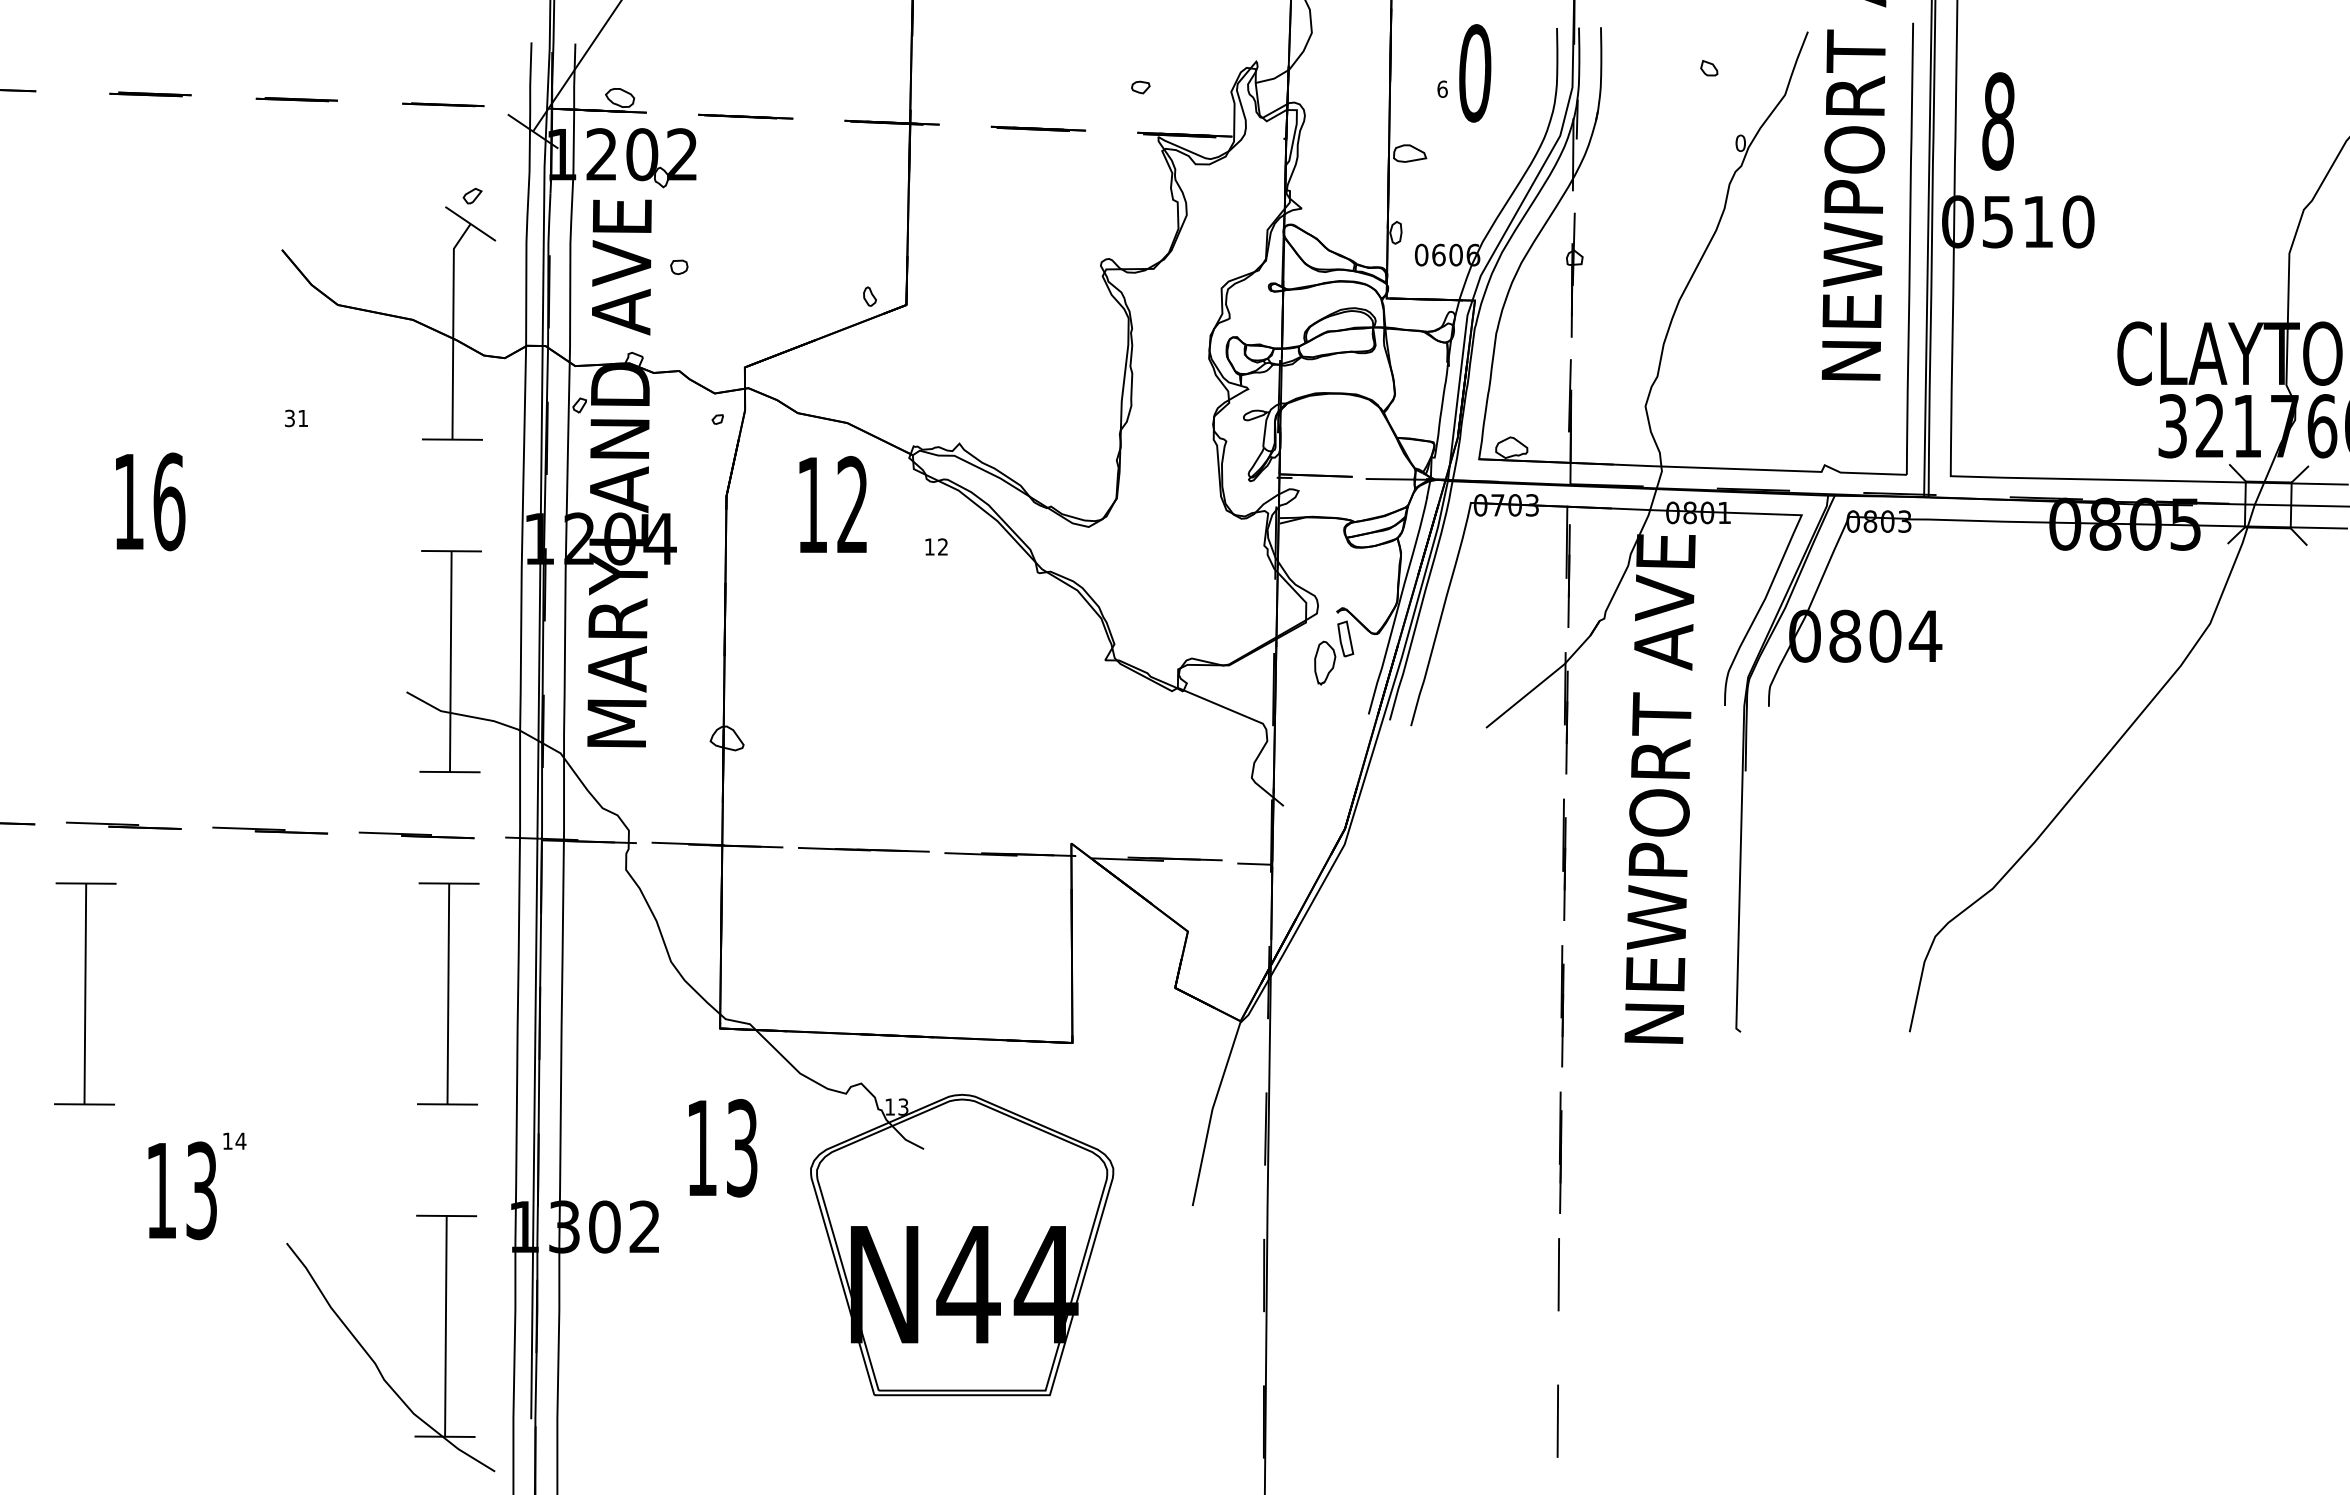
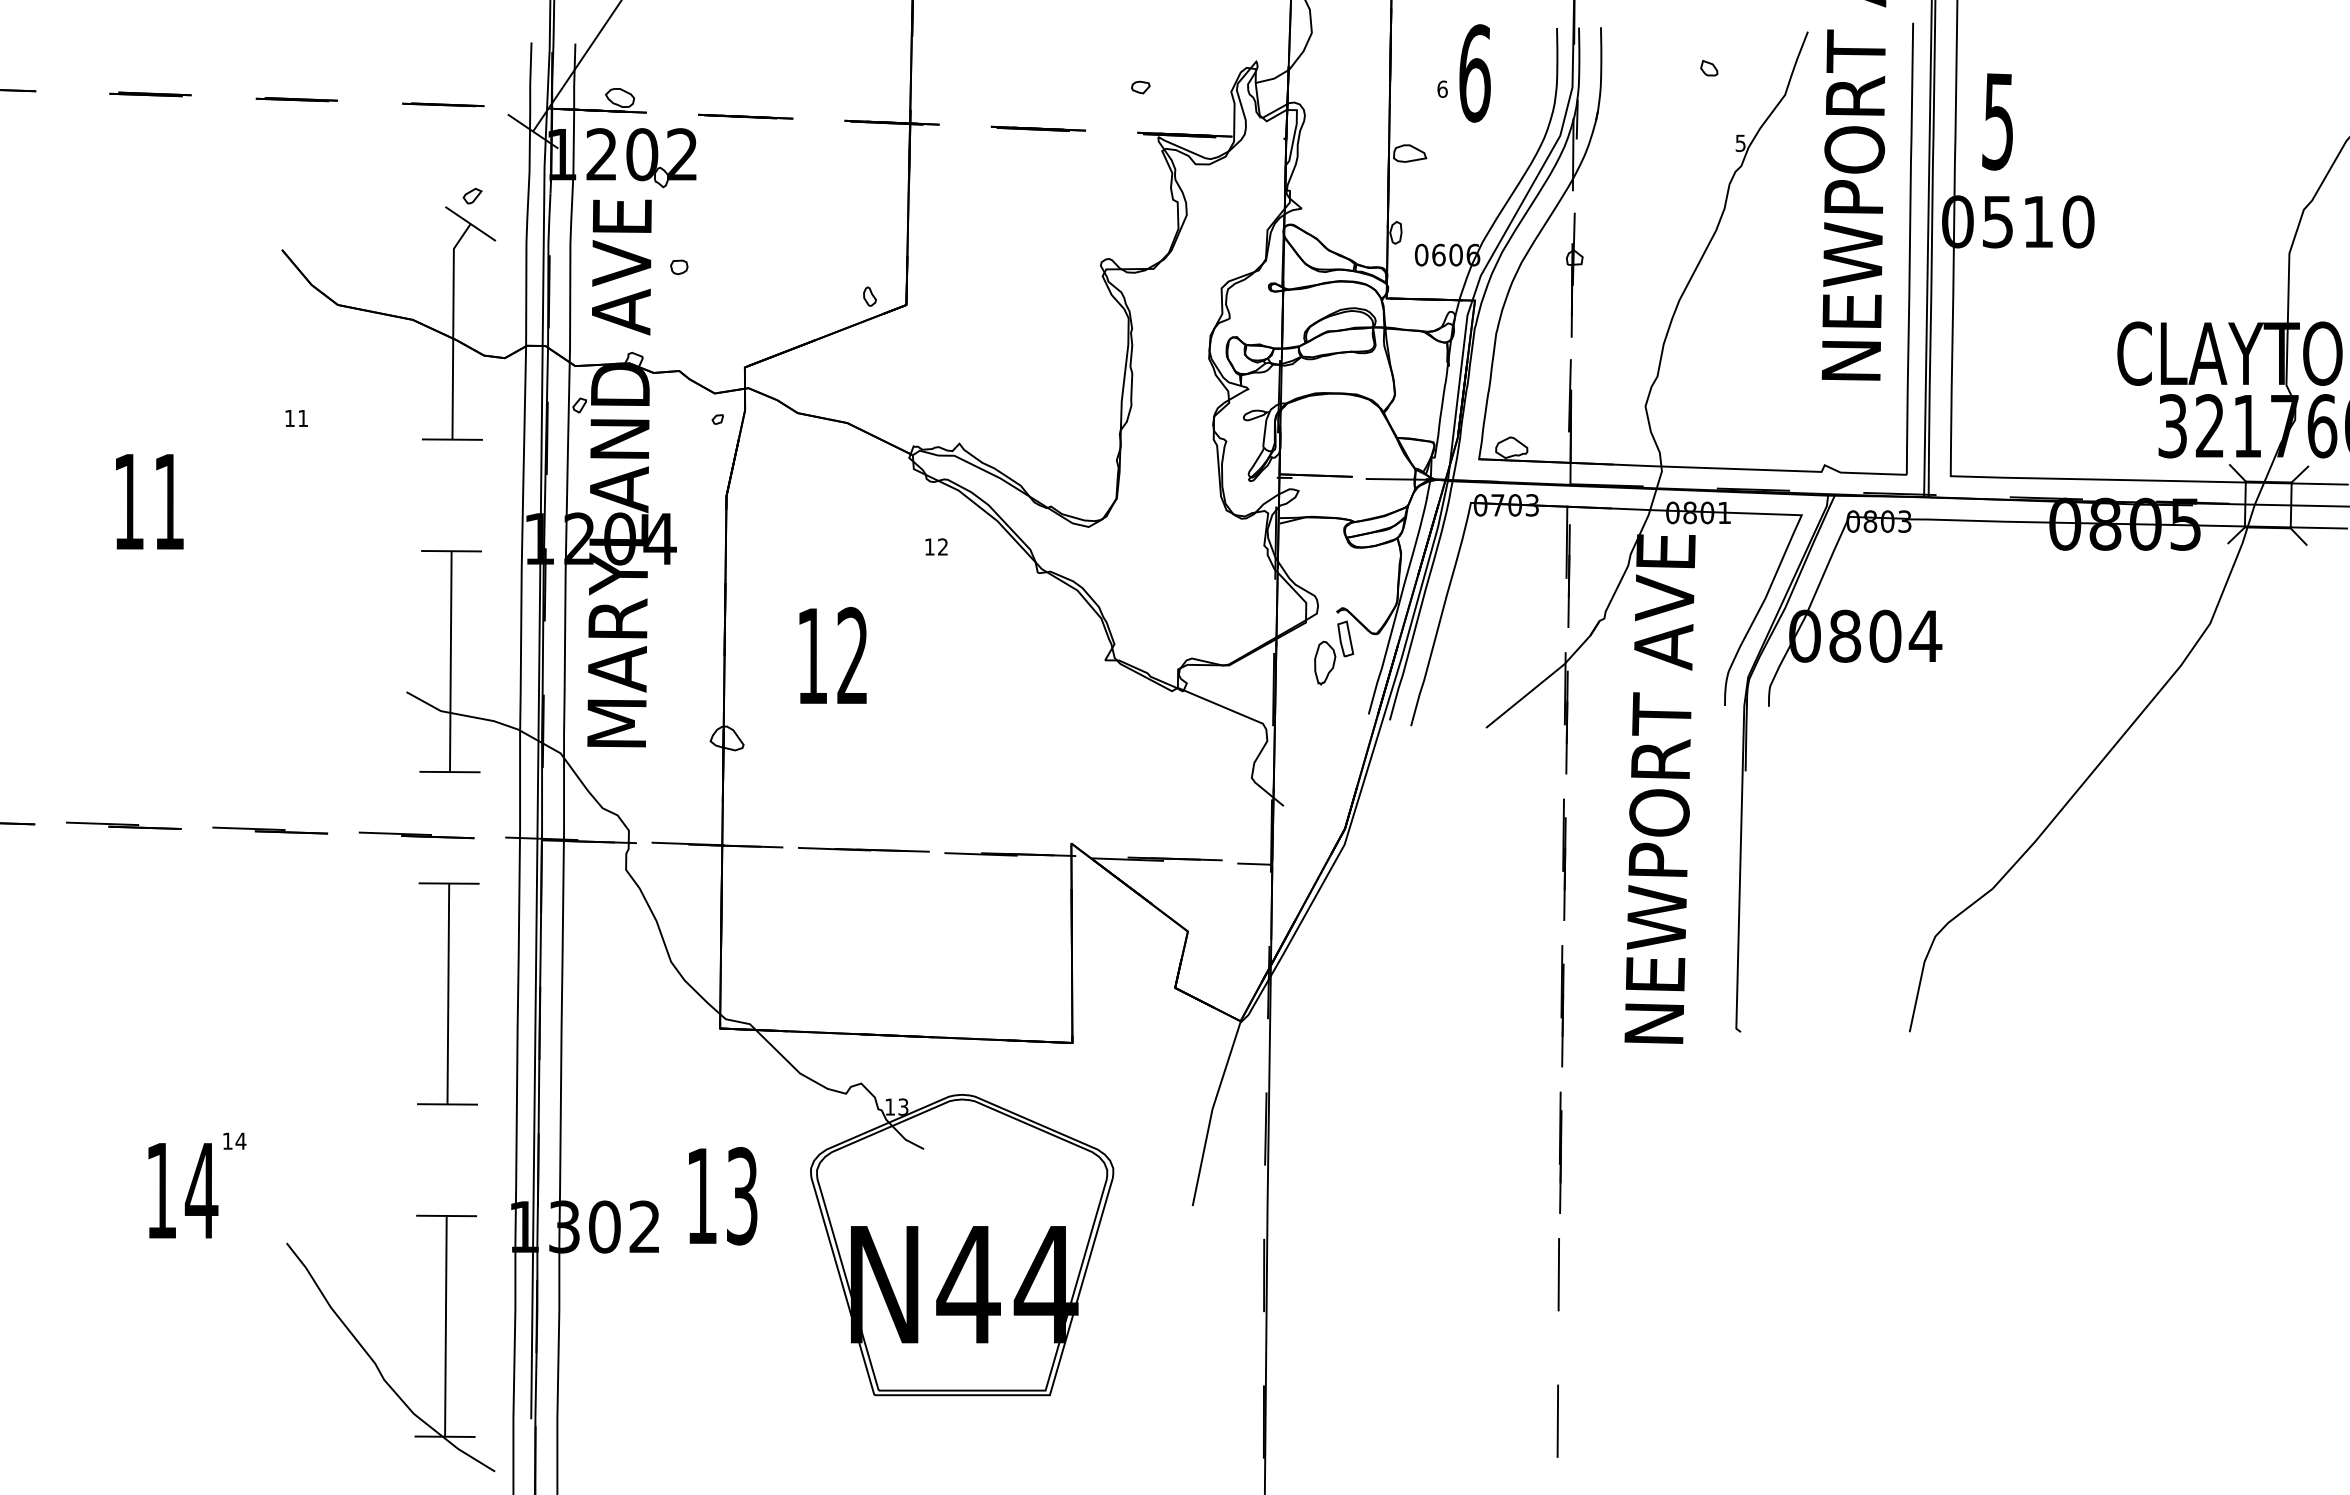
text at (1475, 73): 0 -> 6
text at (1998, 121): 8 -> 5
text at (1740, 143): 0 -> 5
text at (289, 418): 31 -> 11
text at (169, 501): 16 -> 11
text at (832, 504) position: (832, 504) -> (832, 655)
part at (85, 993): present -> none
text at (723, 1148) position: (723, 1148) -> (723, 1196)
text at (201, 1190): 13 -> 14
